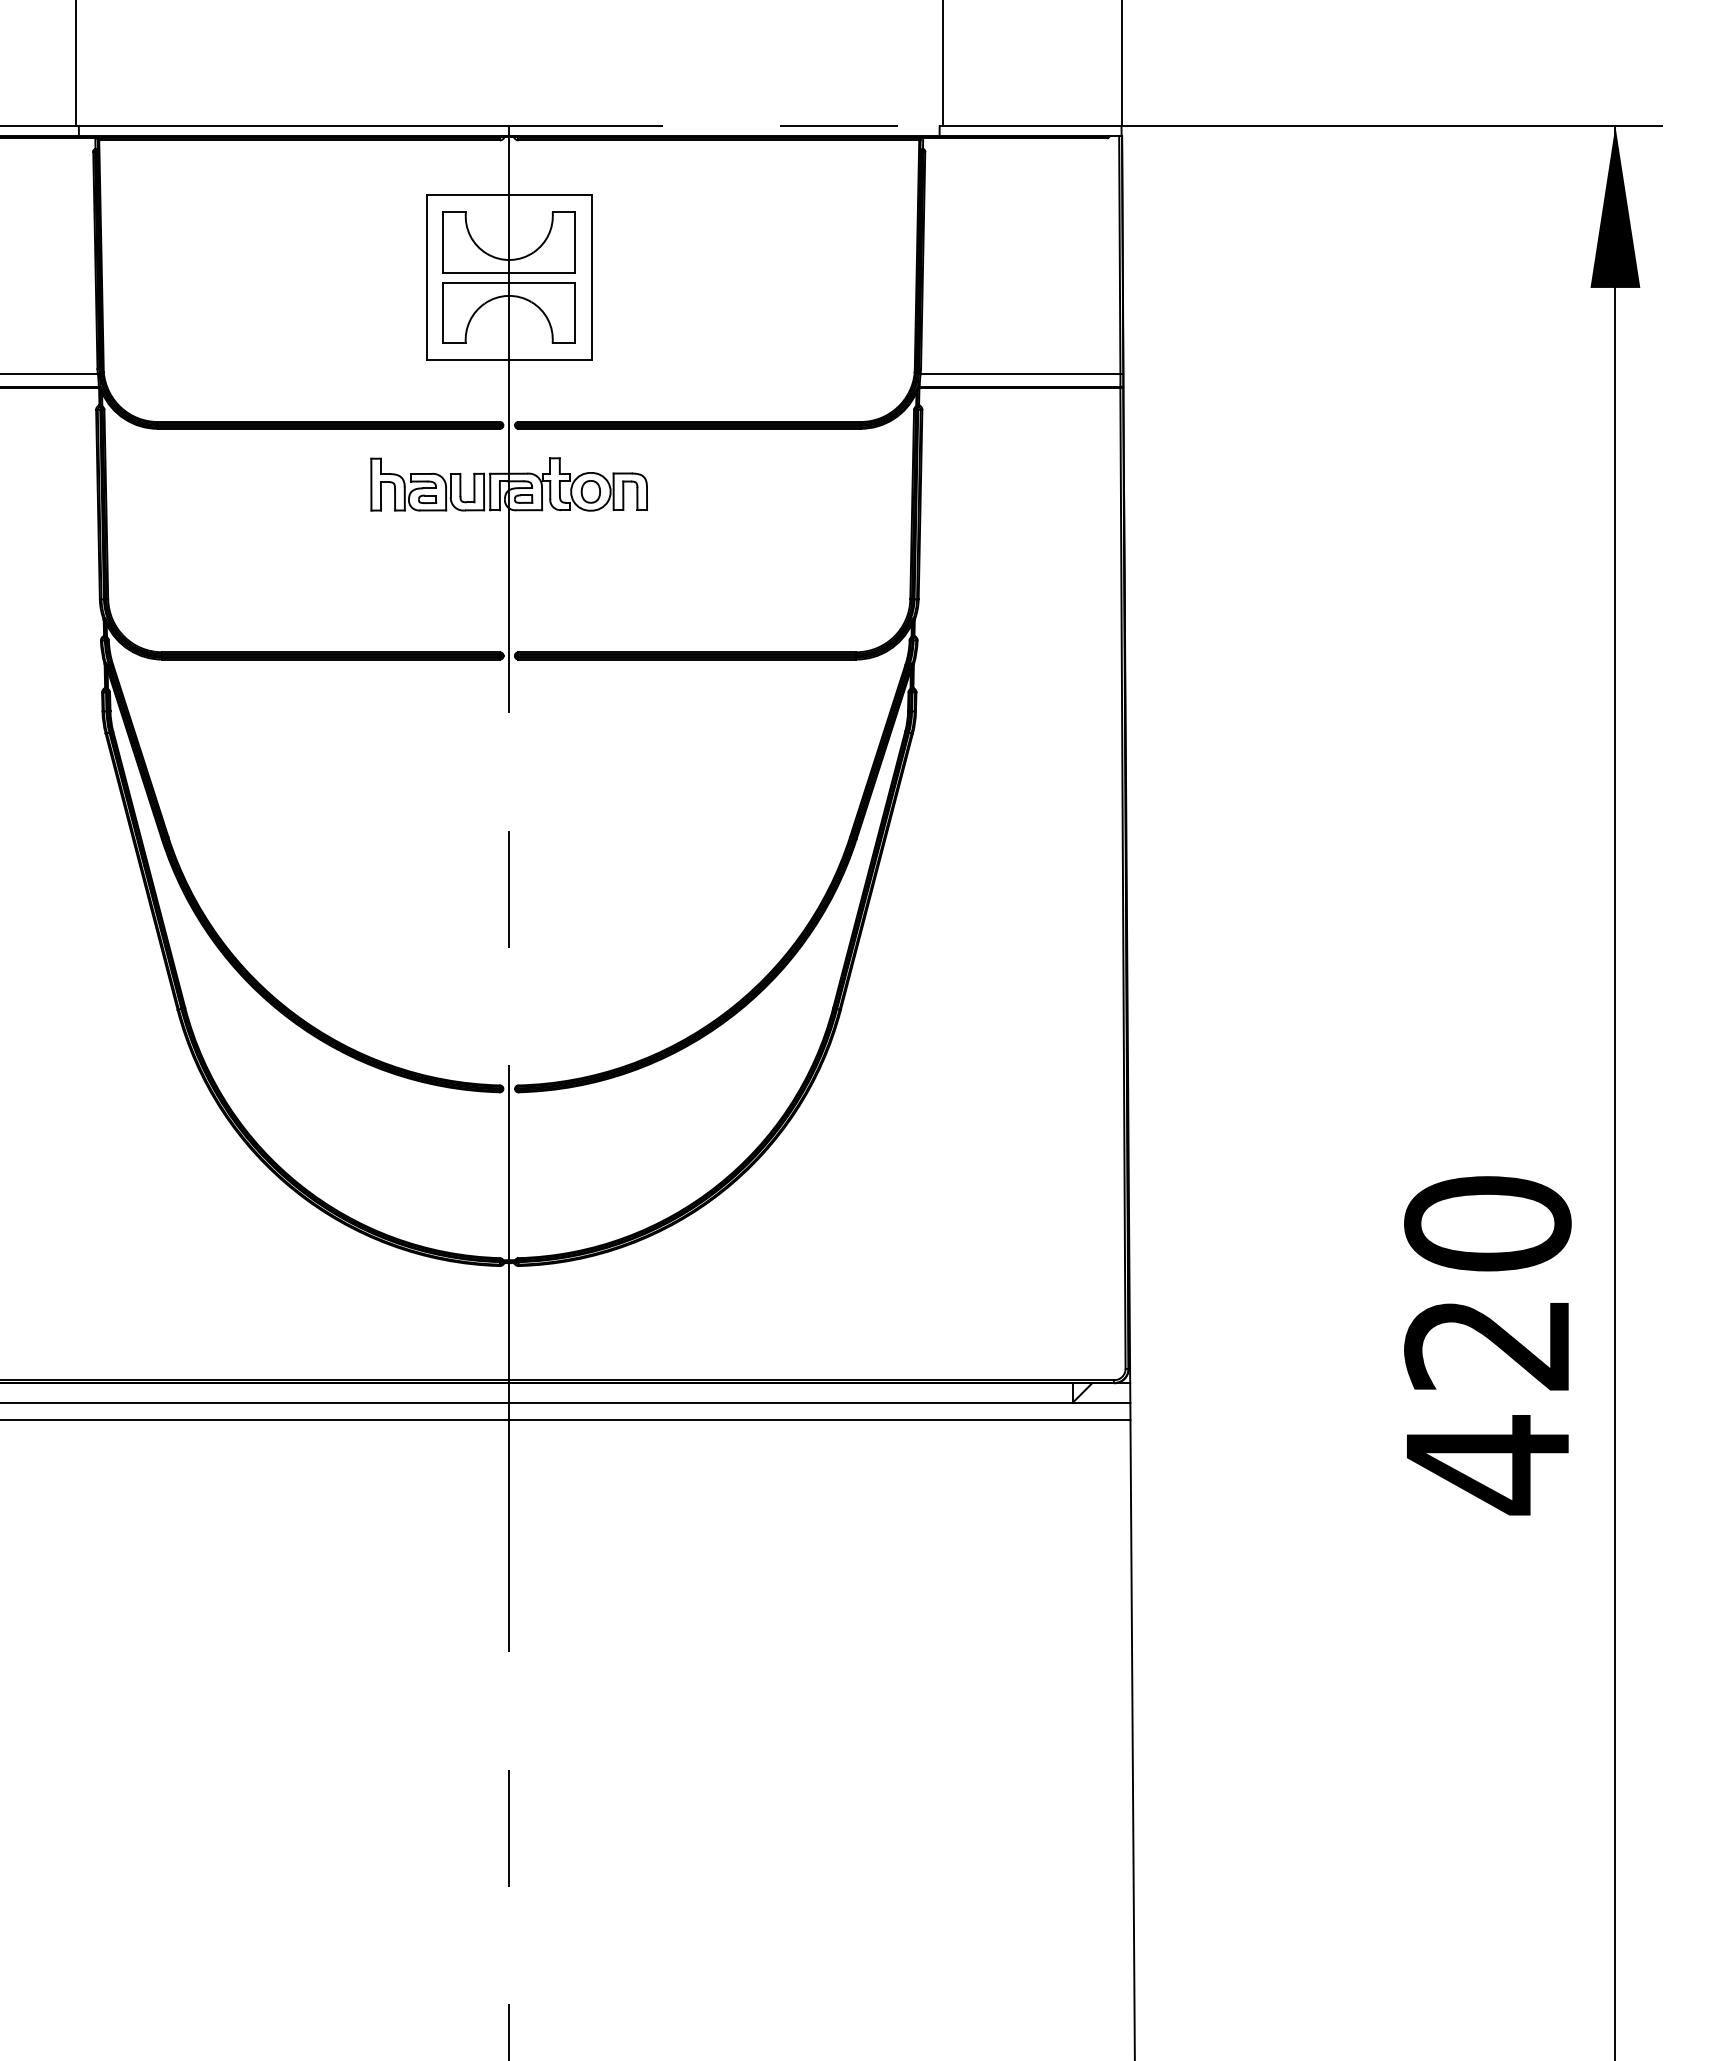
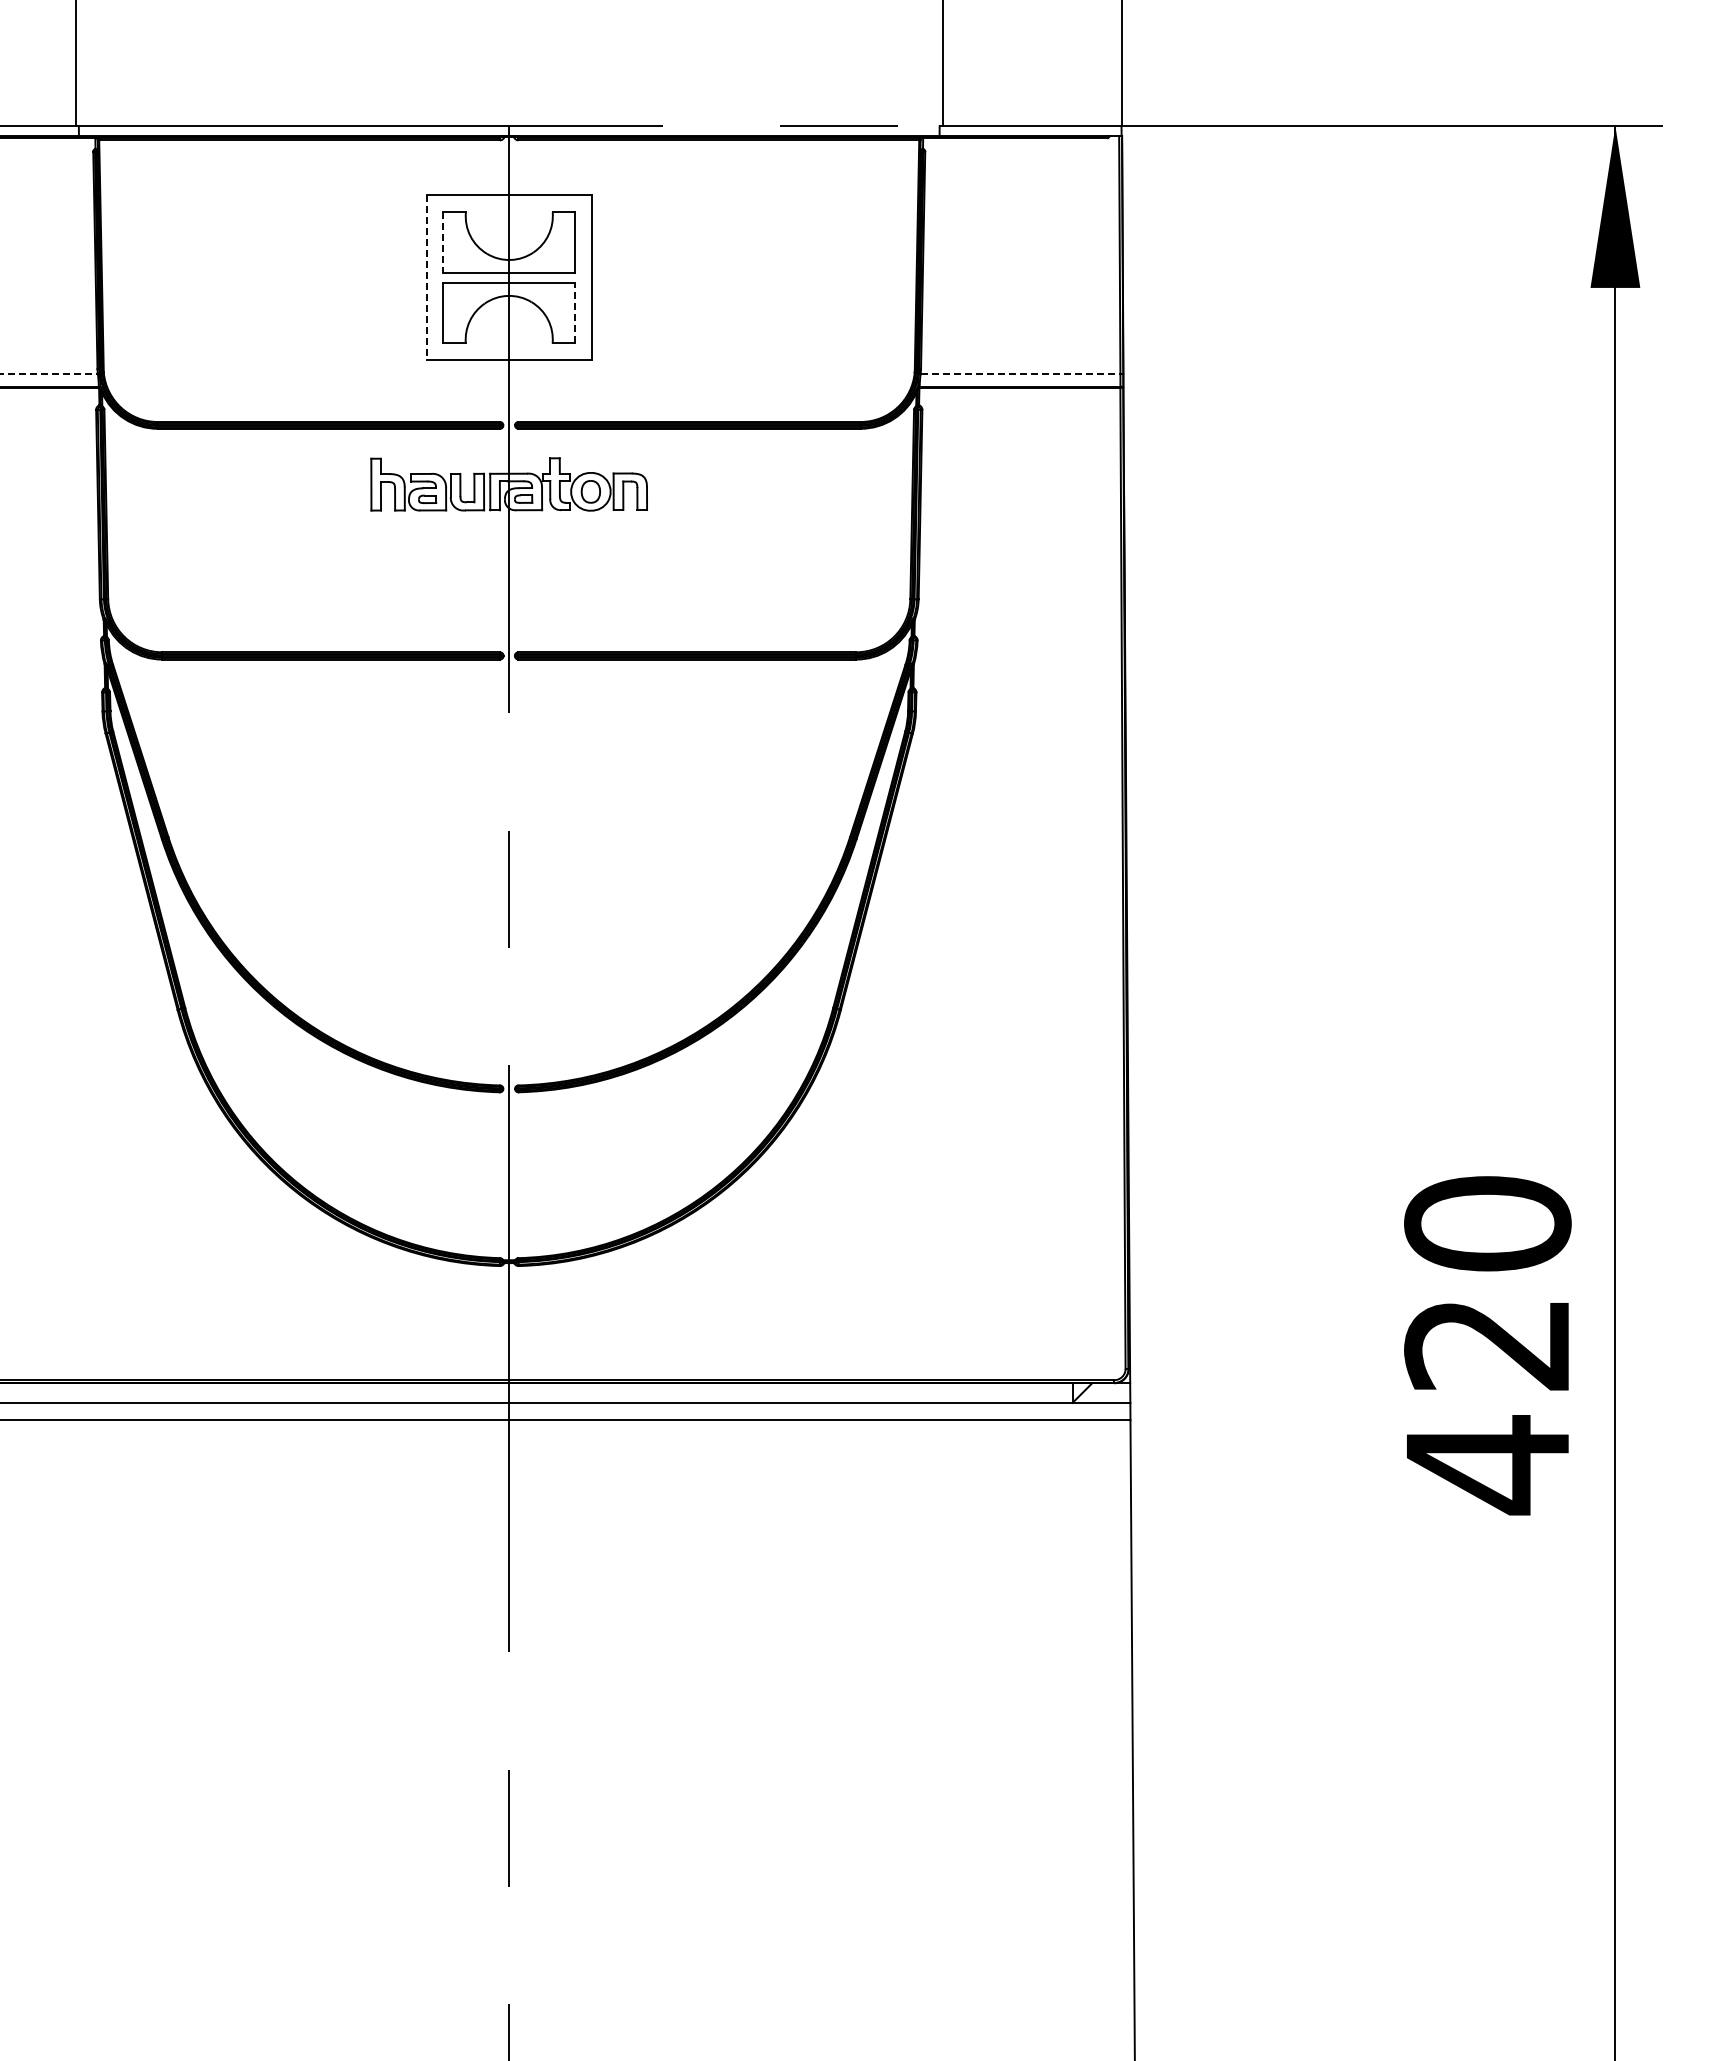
line at (443, 243): solid -> dashed
line at (426, 278): solid -> dashed
line at (575, 312): solid -> dashed
line at (49, 374): solid -> dashed
line at (1020, 374): solid -> dashed
